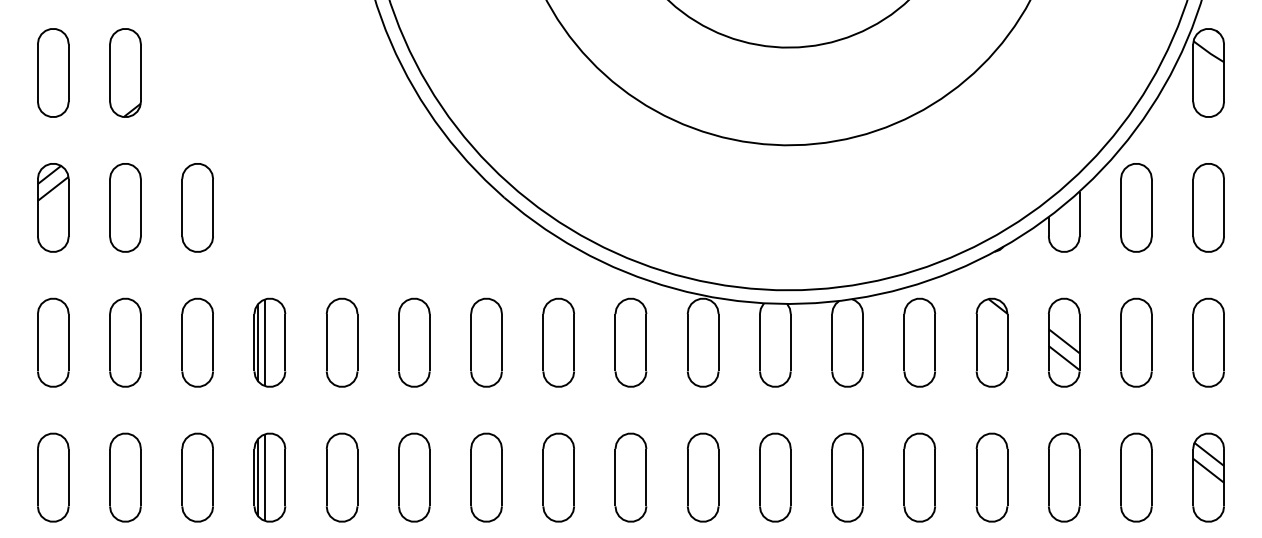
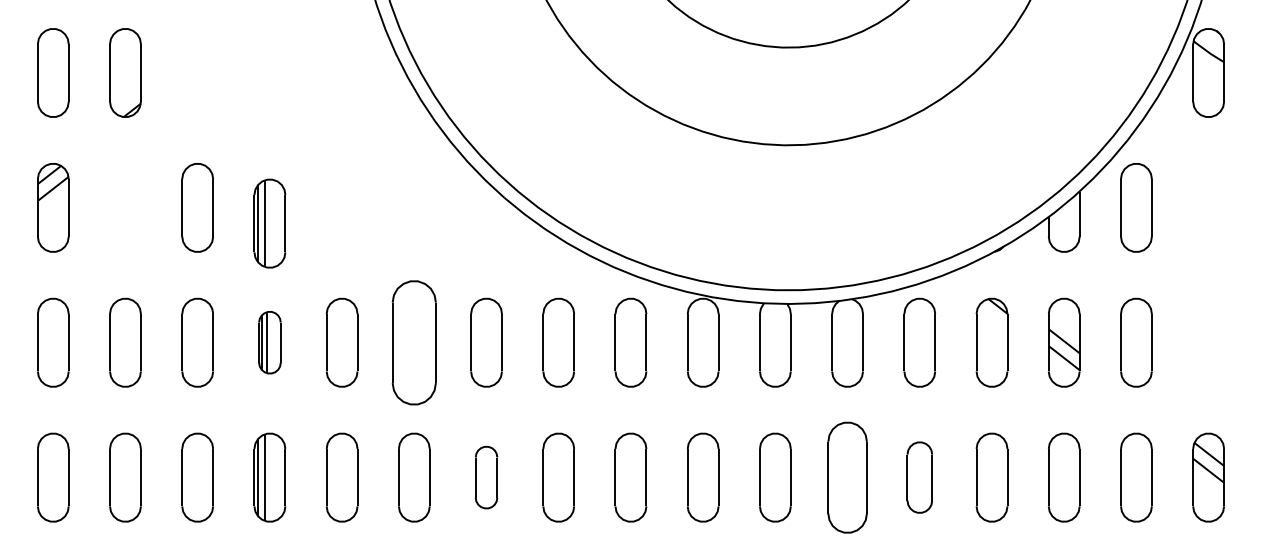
part at (125, 207): present -> none
part at (1208, 207): present -> none
part at (269, 223): none -> present
part at (269, 342) size: 34x91 px -> 24x64 px
part at (414, 342) size: 33x91 px -> 46x126 px
part at (1208, 342): present -> none
part at (486, 477) size: 33x91 px -> 24x65 px
part at (847, 477) size: 33x91 px -> 41x113 px
part at (919, 477) size: 34x91 px -> 27x73 px
